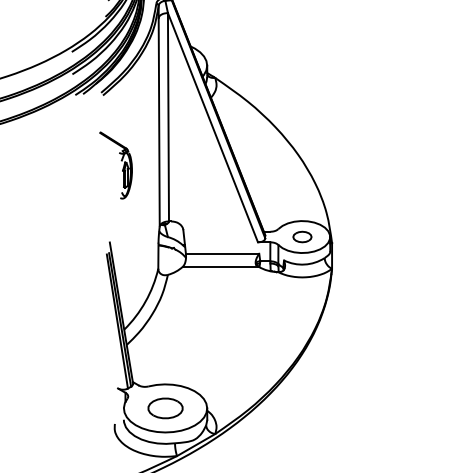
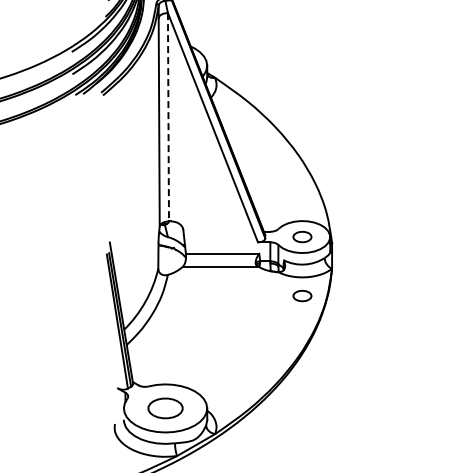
line at (168, 117): solid -> dashed
part at (120, 160): present -> none
part at (302, 295): none -> present
